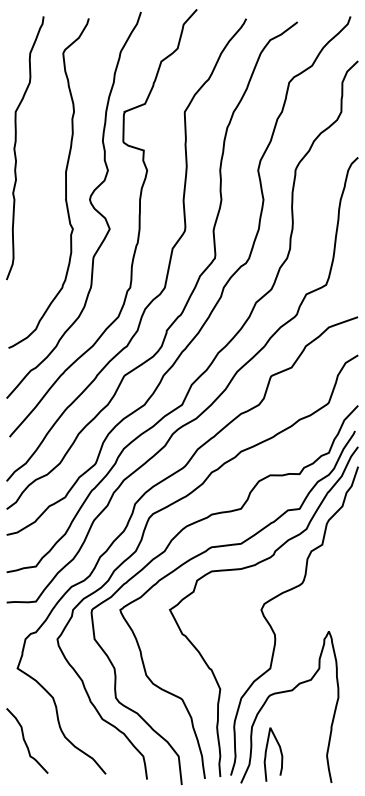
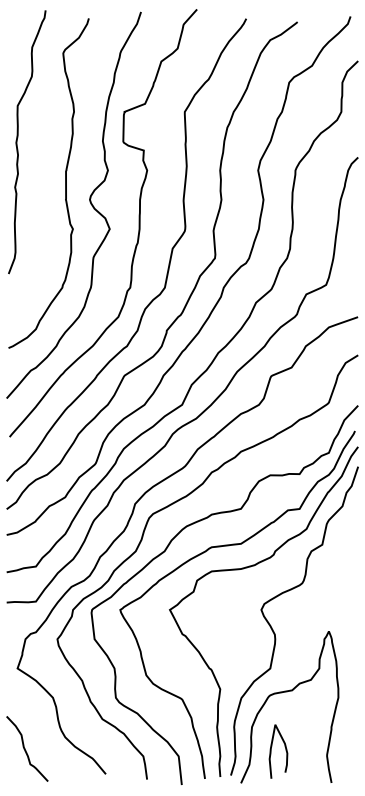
curve at (15, 148) position: (15, 148) -> (17, 142)
curve at (25, 740) position: (25, 740) -> (25, 748)
curve at (266, 754) position: (266, 754) -> (271, 751)
